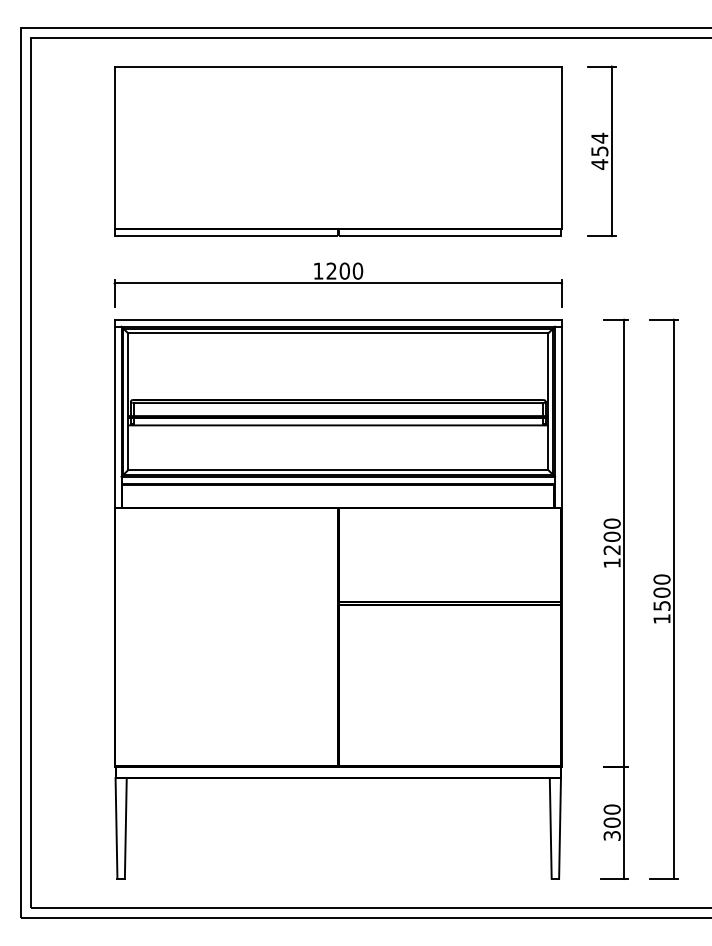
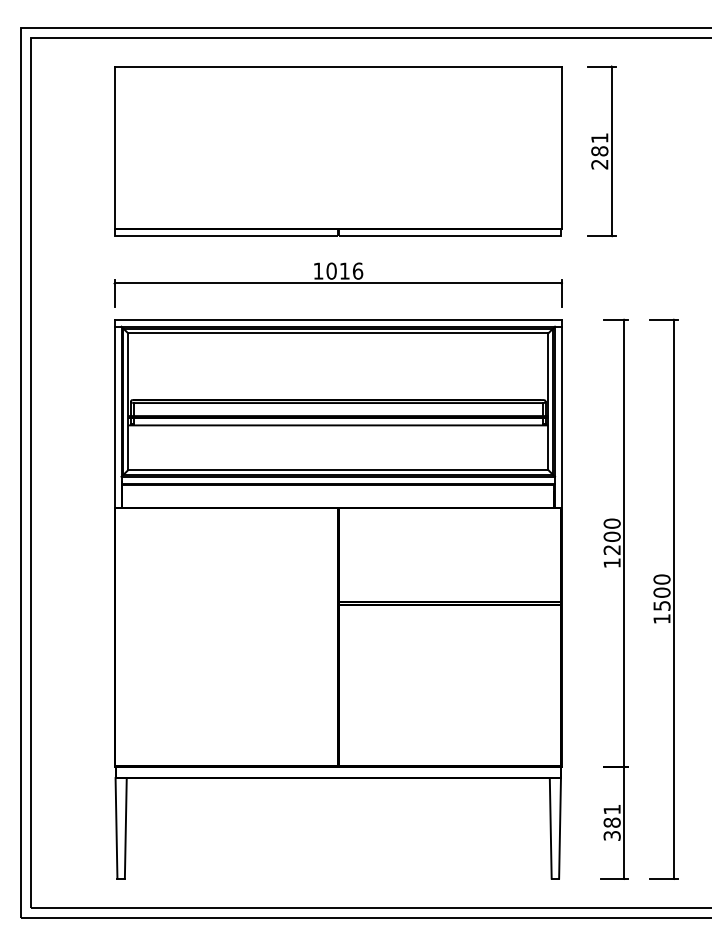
text at (599, 150): 454 -> 281
text at (344, 270): 1200 -> 1016
text at (611, 815): 300 -> 381
